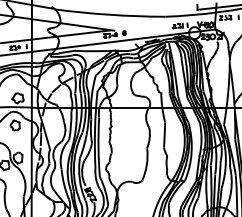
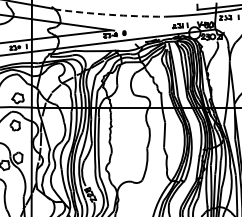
arc at (109, 14): solid -> dashed
